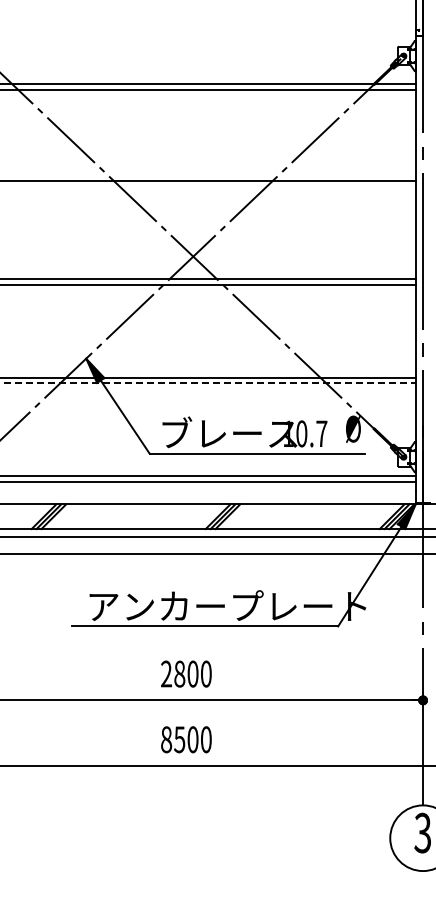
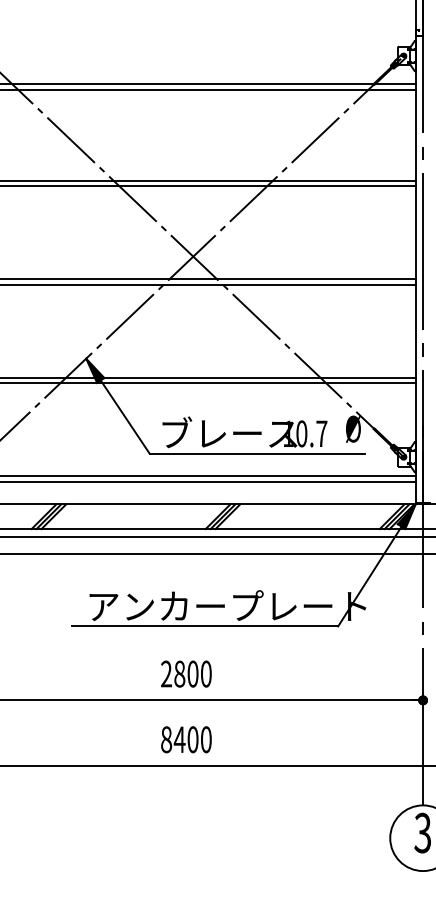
line at (209, 186): none -> present
line at (208, 383): dashed -> solid
text at (179, 739): 8500 -> 8400
